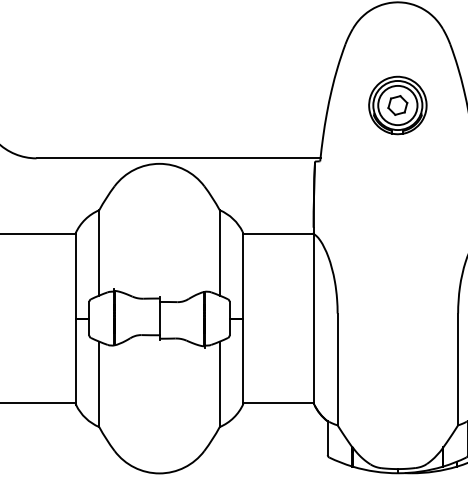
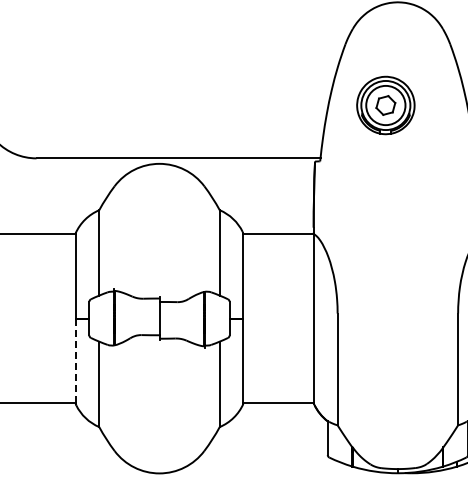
part at (397, 105) position: (397, 105) -> (385, 105)
line at (76, 362): solid -> dashed
